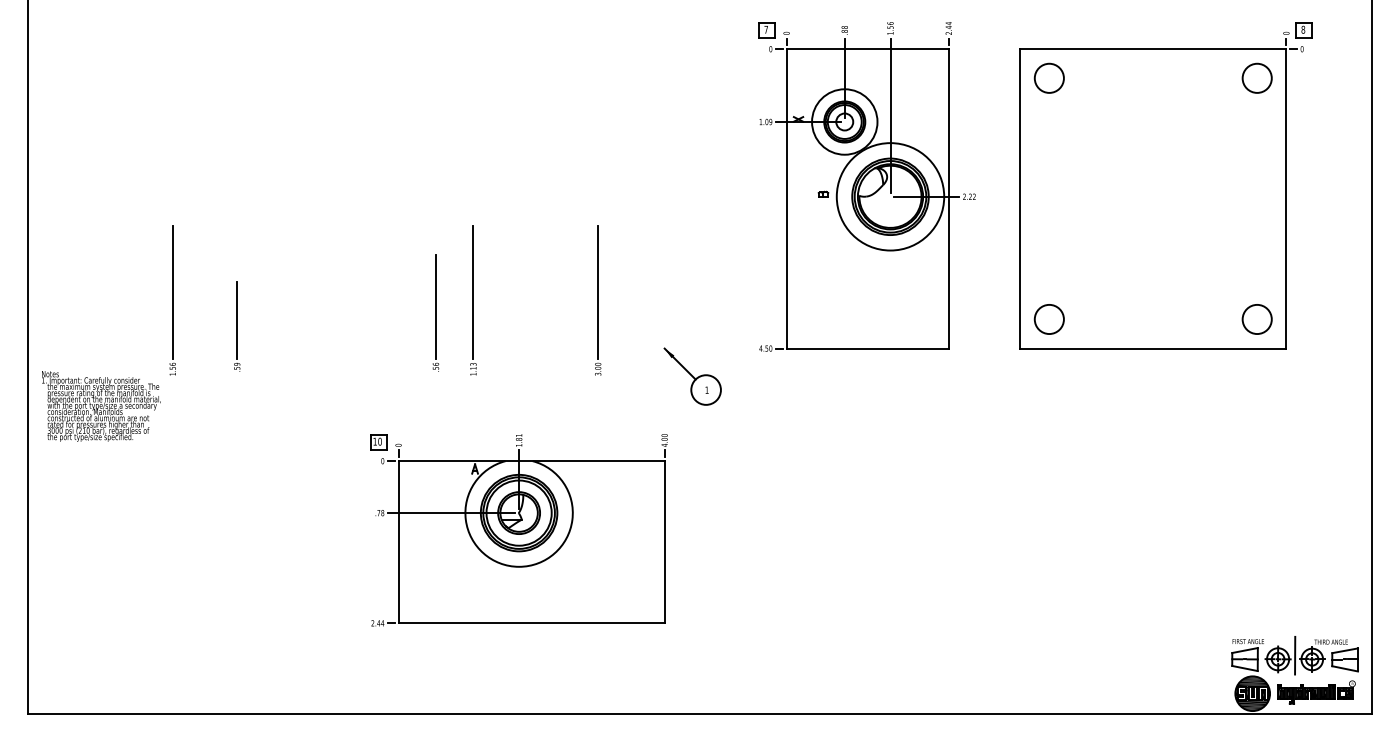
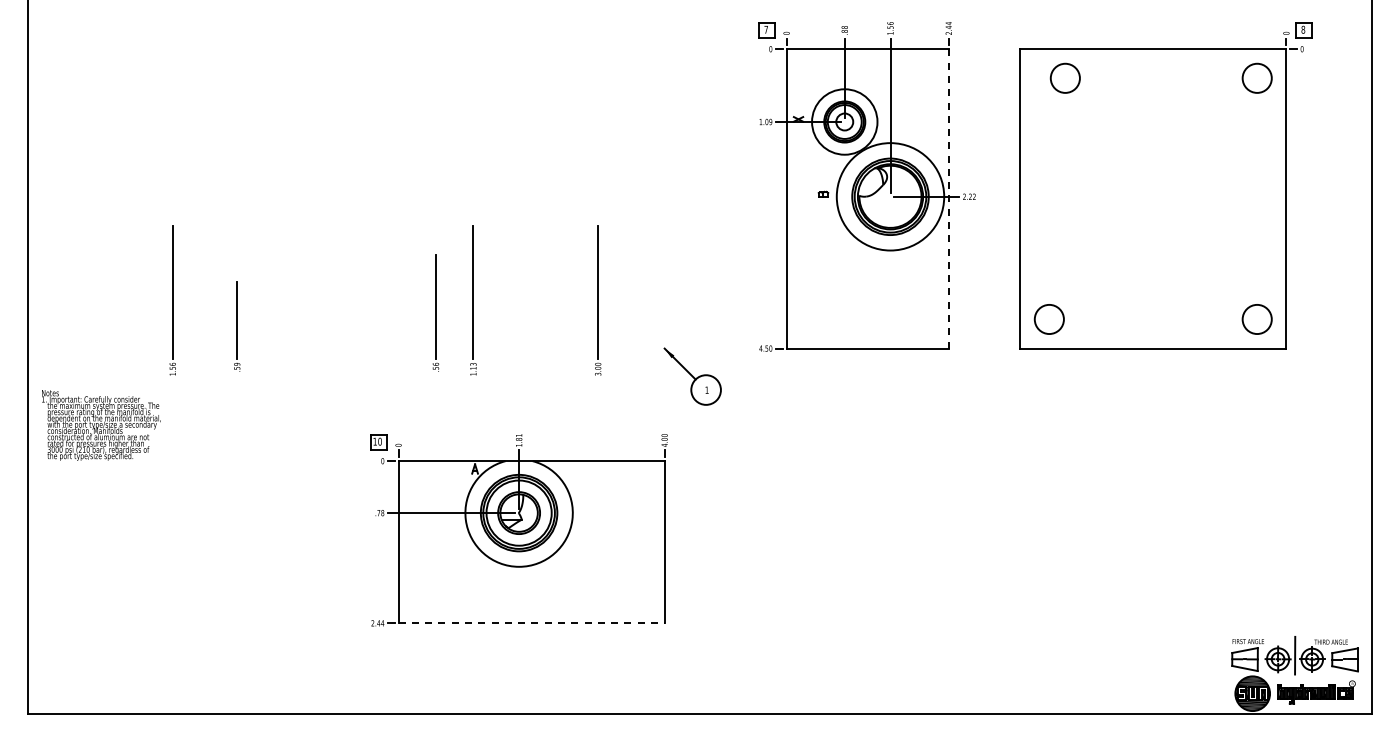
circle at (1048, 77) position: (1048, 77) -> (1064, 77)
line at (948, 198): solid -> dashed
text at (101, 406) position: (101, 406) -> (101, 425)
line at (532, 623): solid -> dashed
